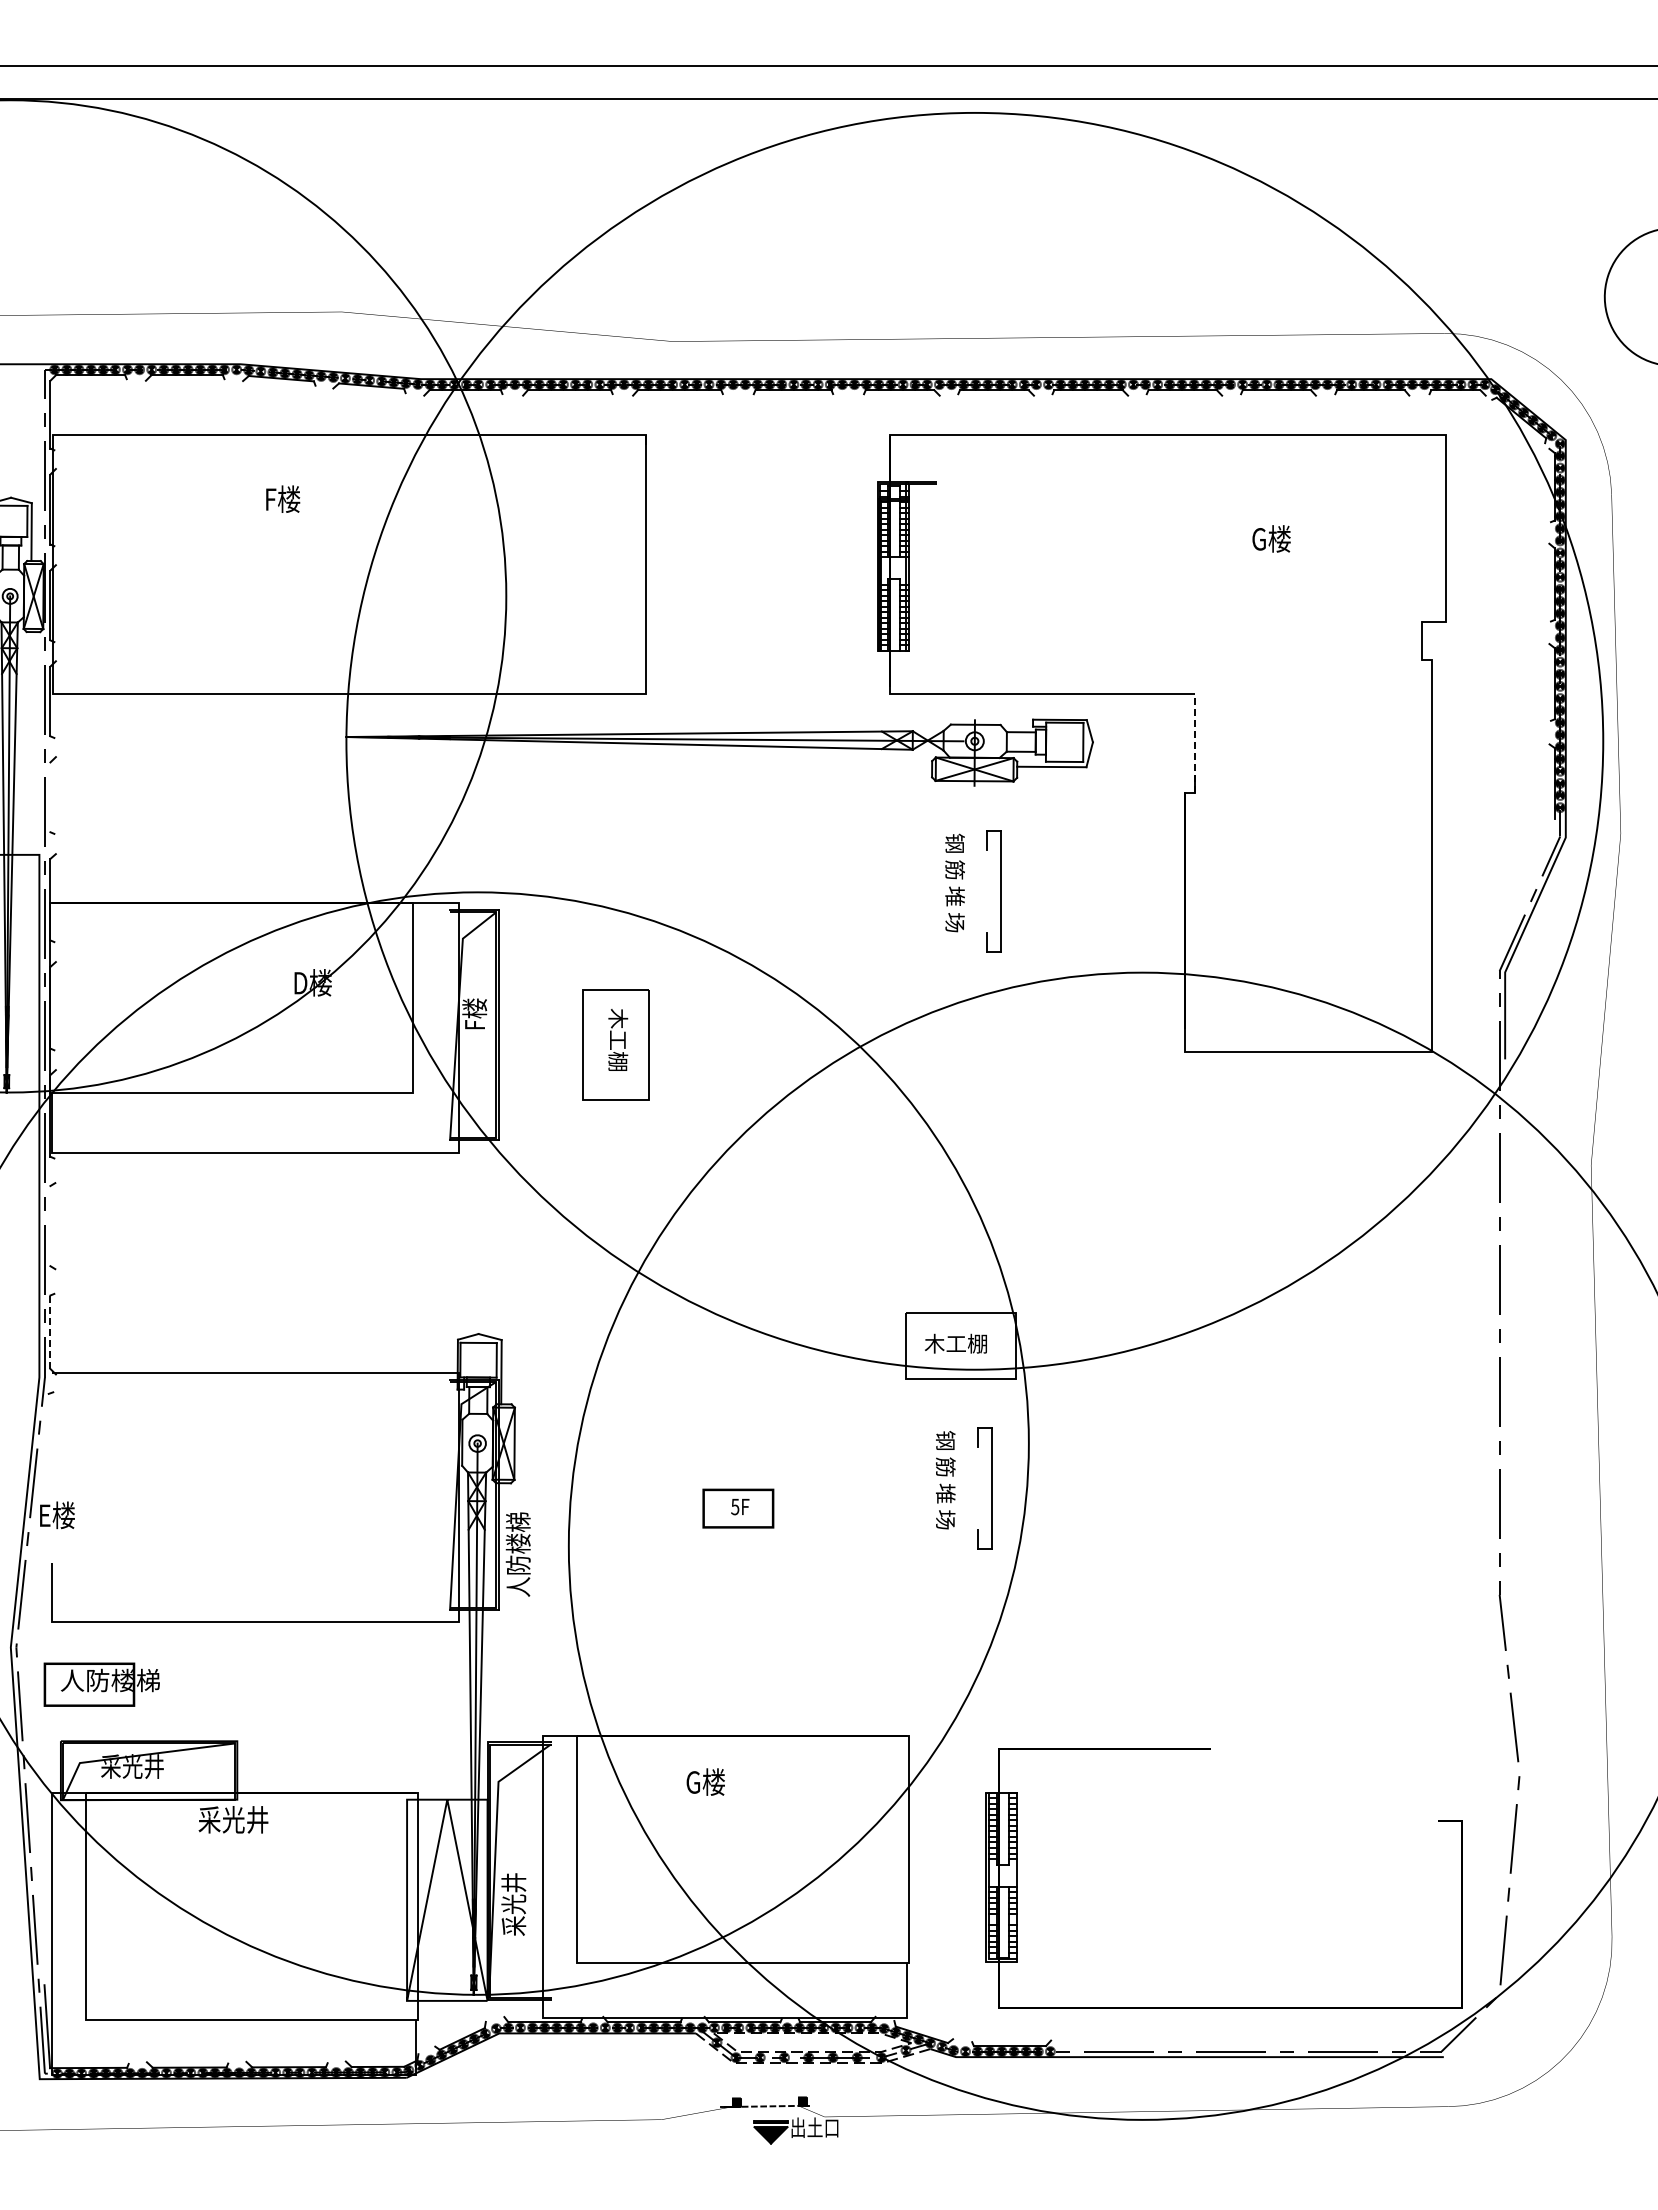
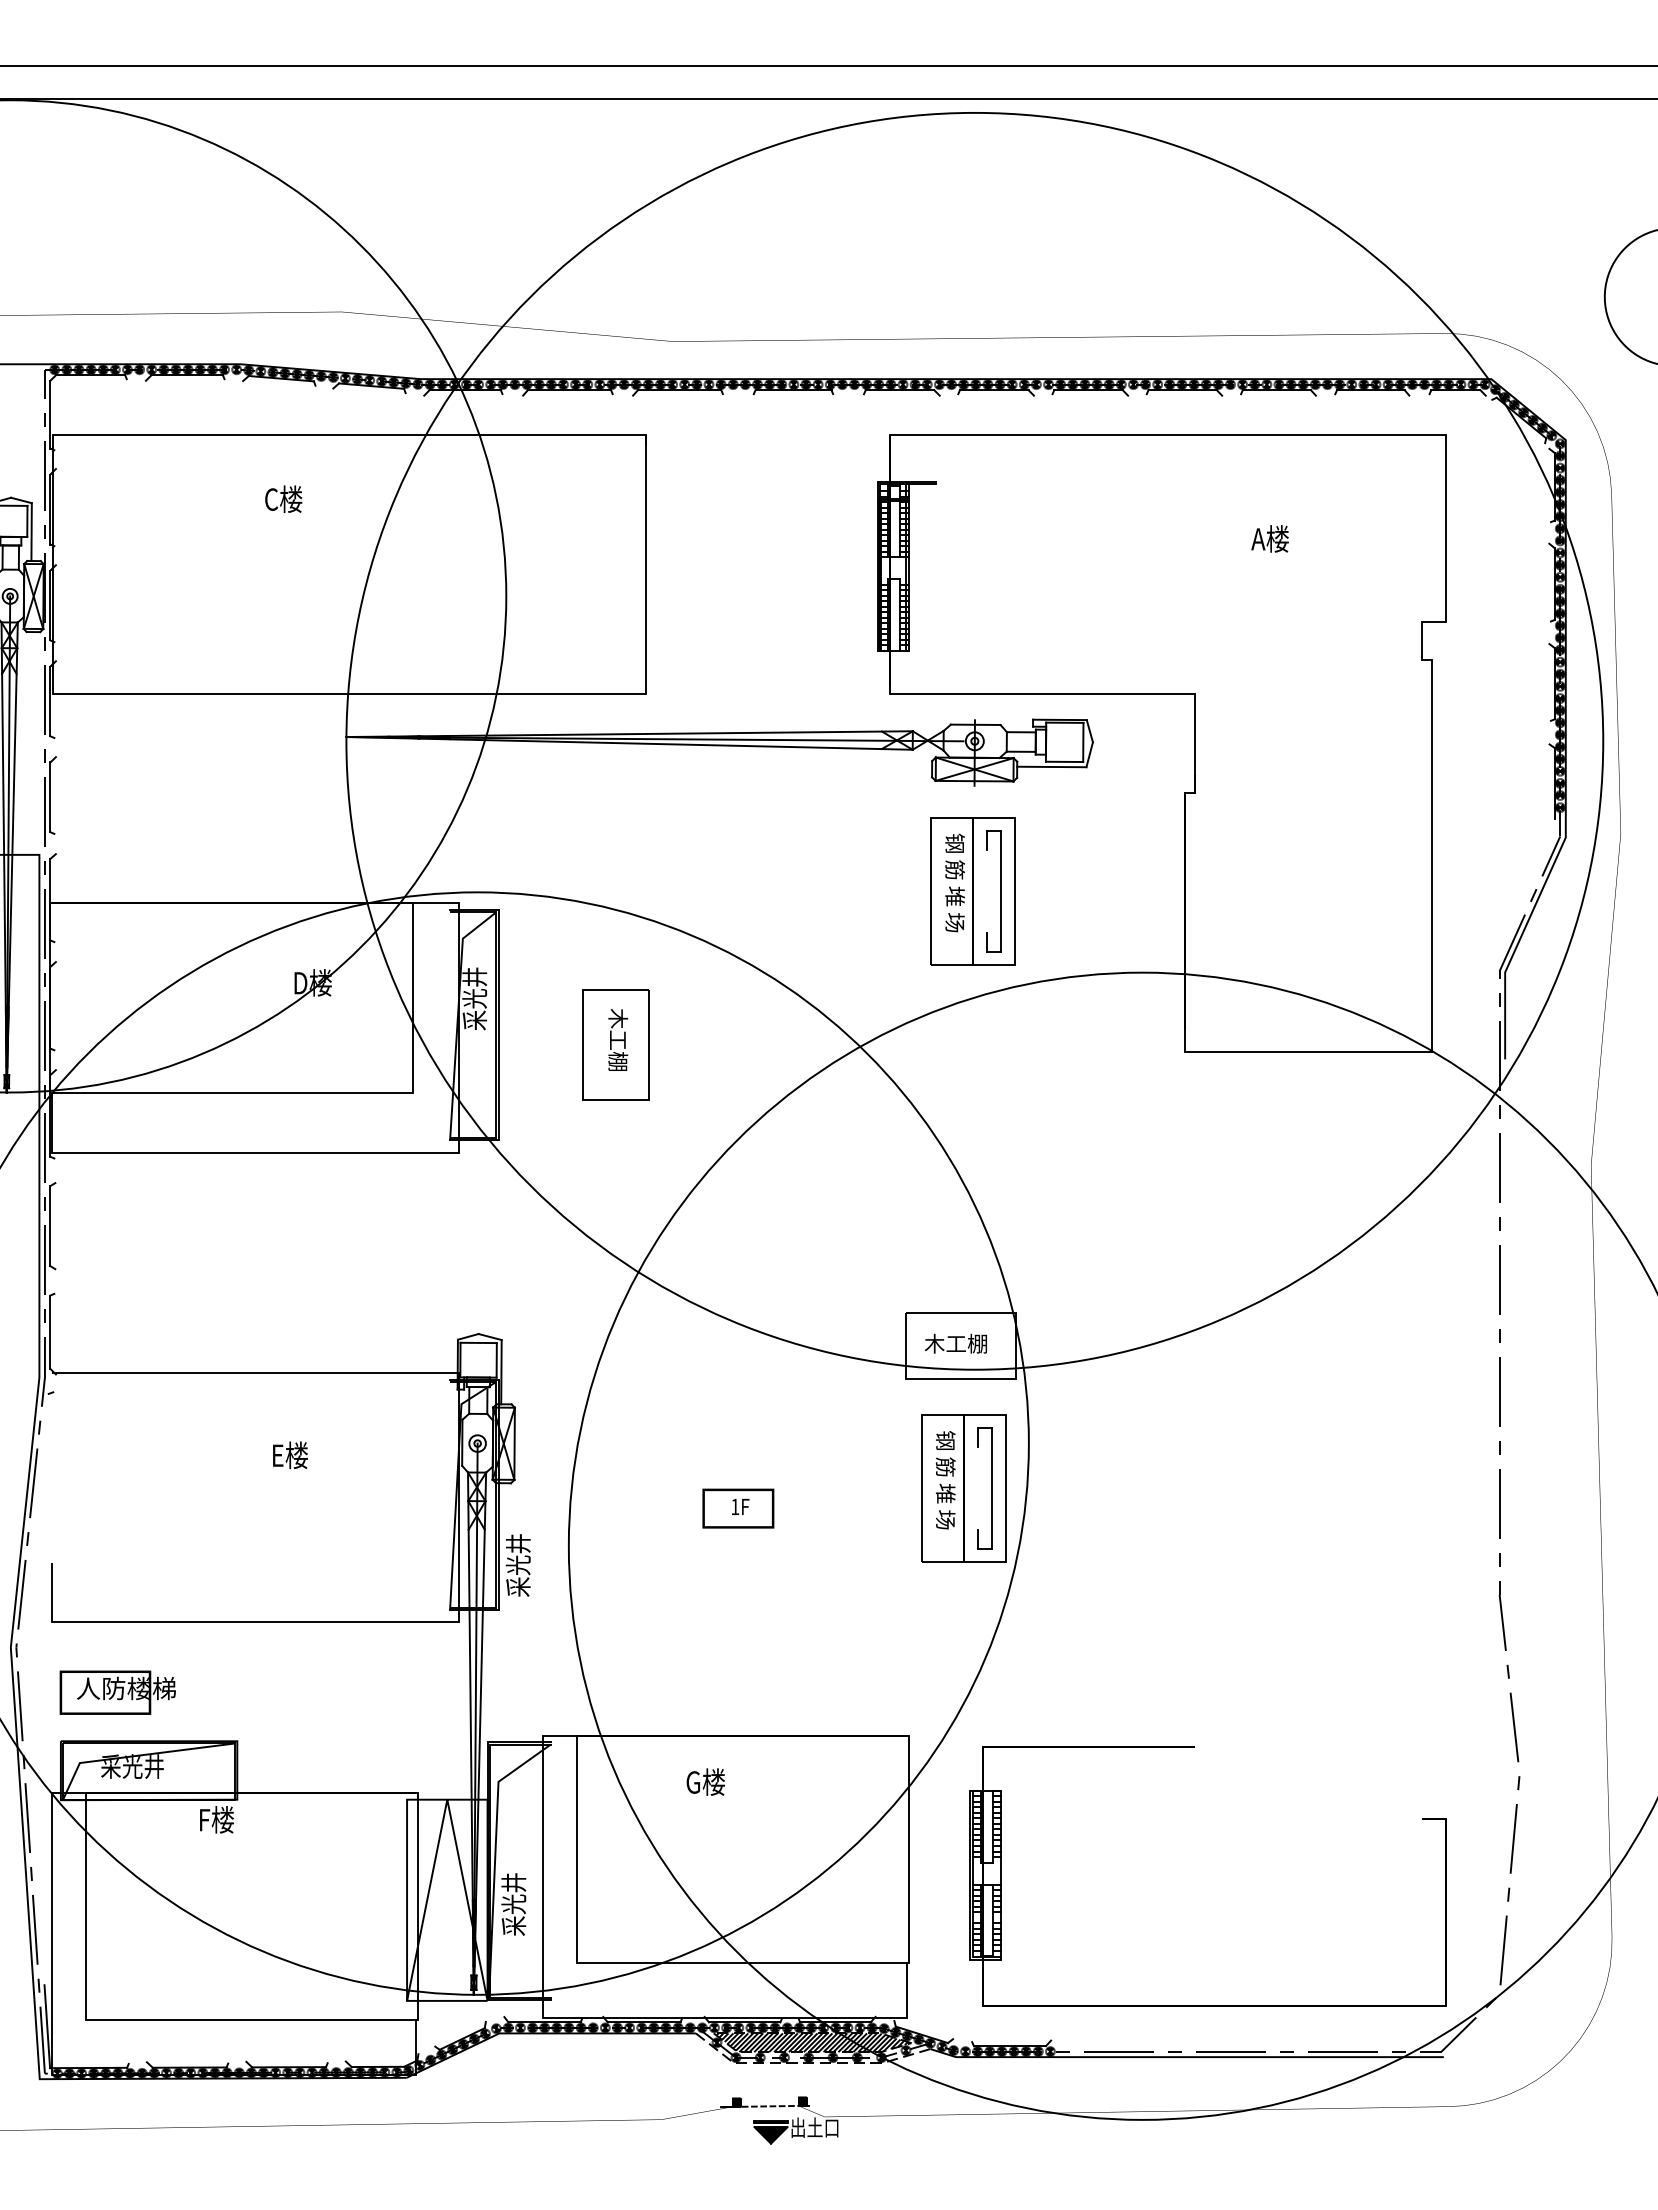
text at (283, 498): F楼 -> C楼
text at (1270, 538): G楼 -> A楼
line at (1195, 743): dashed -> solid
line at (50, 797): none -> present
part at (972, 891): none -> present
text at (474, 998): F楼 -> 采光井
line at (50, 1226): none -> present
line at (50, 1332): dashed -> solid
part at (963, 1488): none -> present
text at (735, 1506): 5F -> 1F
text at (57, 1515) position: (57, 1515) -> (290, 1455)
text at (517, 1554): 人防楼梯 -> 采光井
text at (101, 1684) position: (101, 1684) -> (117, 1692)
text at (233, 1819): 采光井 -> F楼
part at (1223, 2007) position: (1223, 2007) -> (1207, 2005)
hatch at (811, 2042): none -> present
